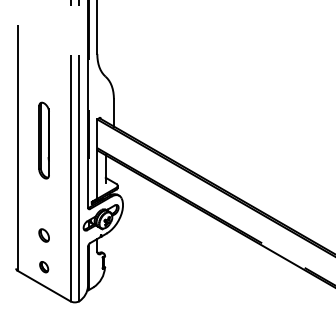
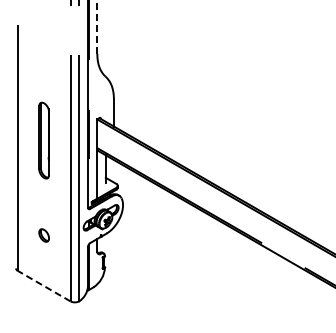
line at (97, 27): solid -> dashed
part at (44, 267): present -> none
line at (43, 285): solid -> dashed
